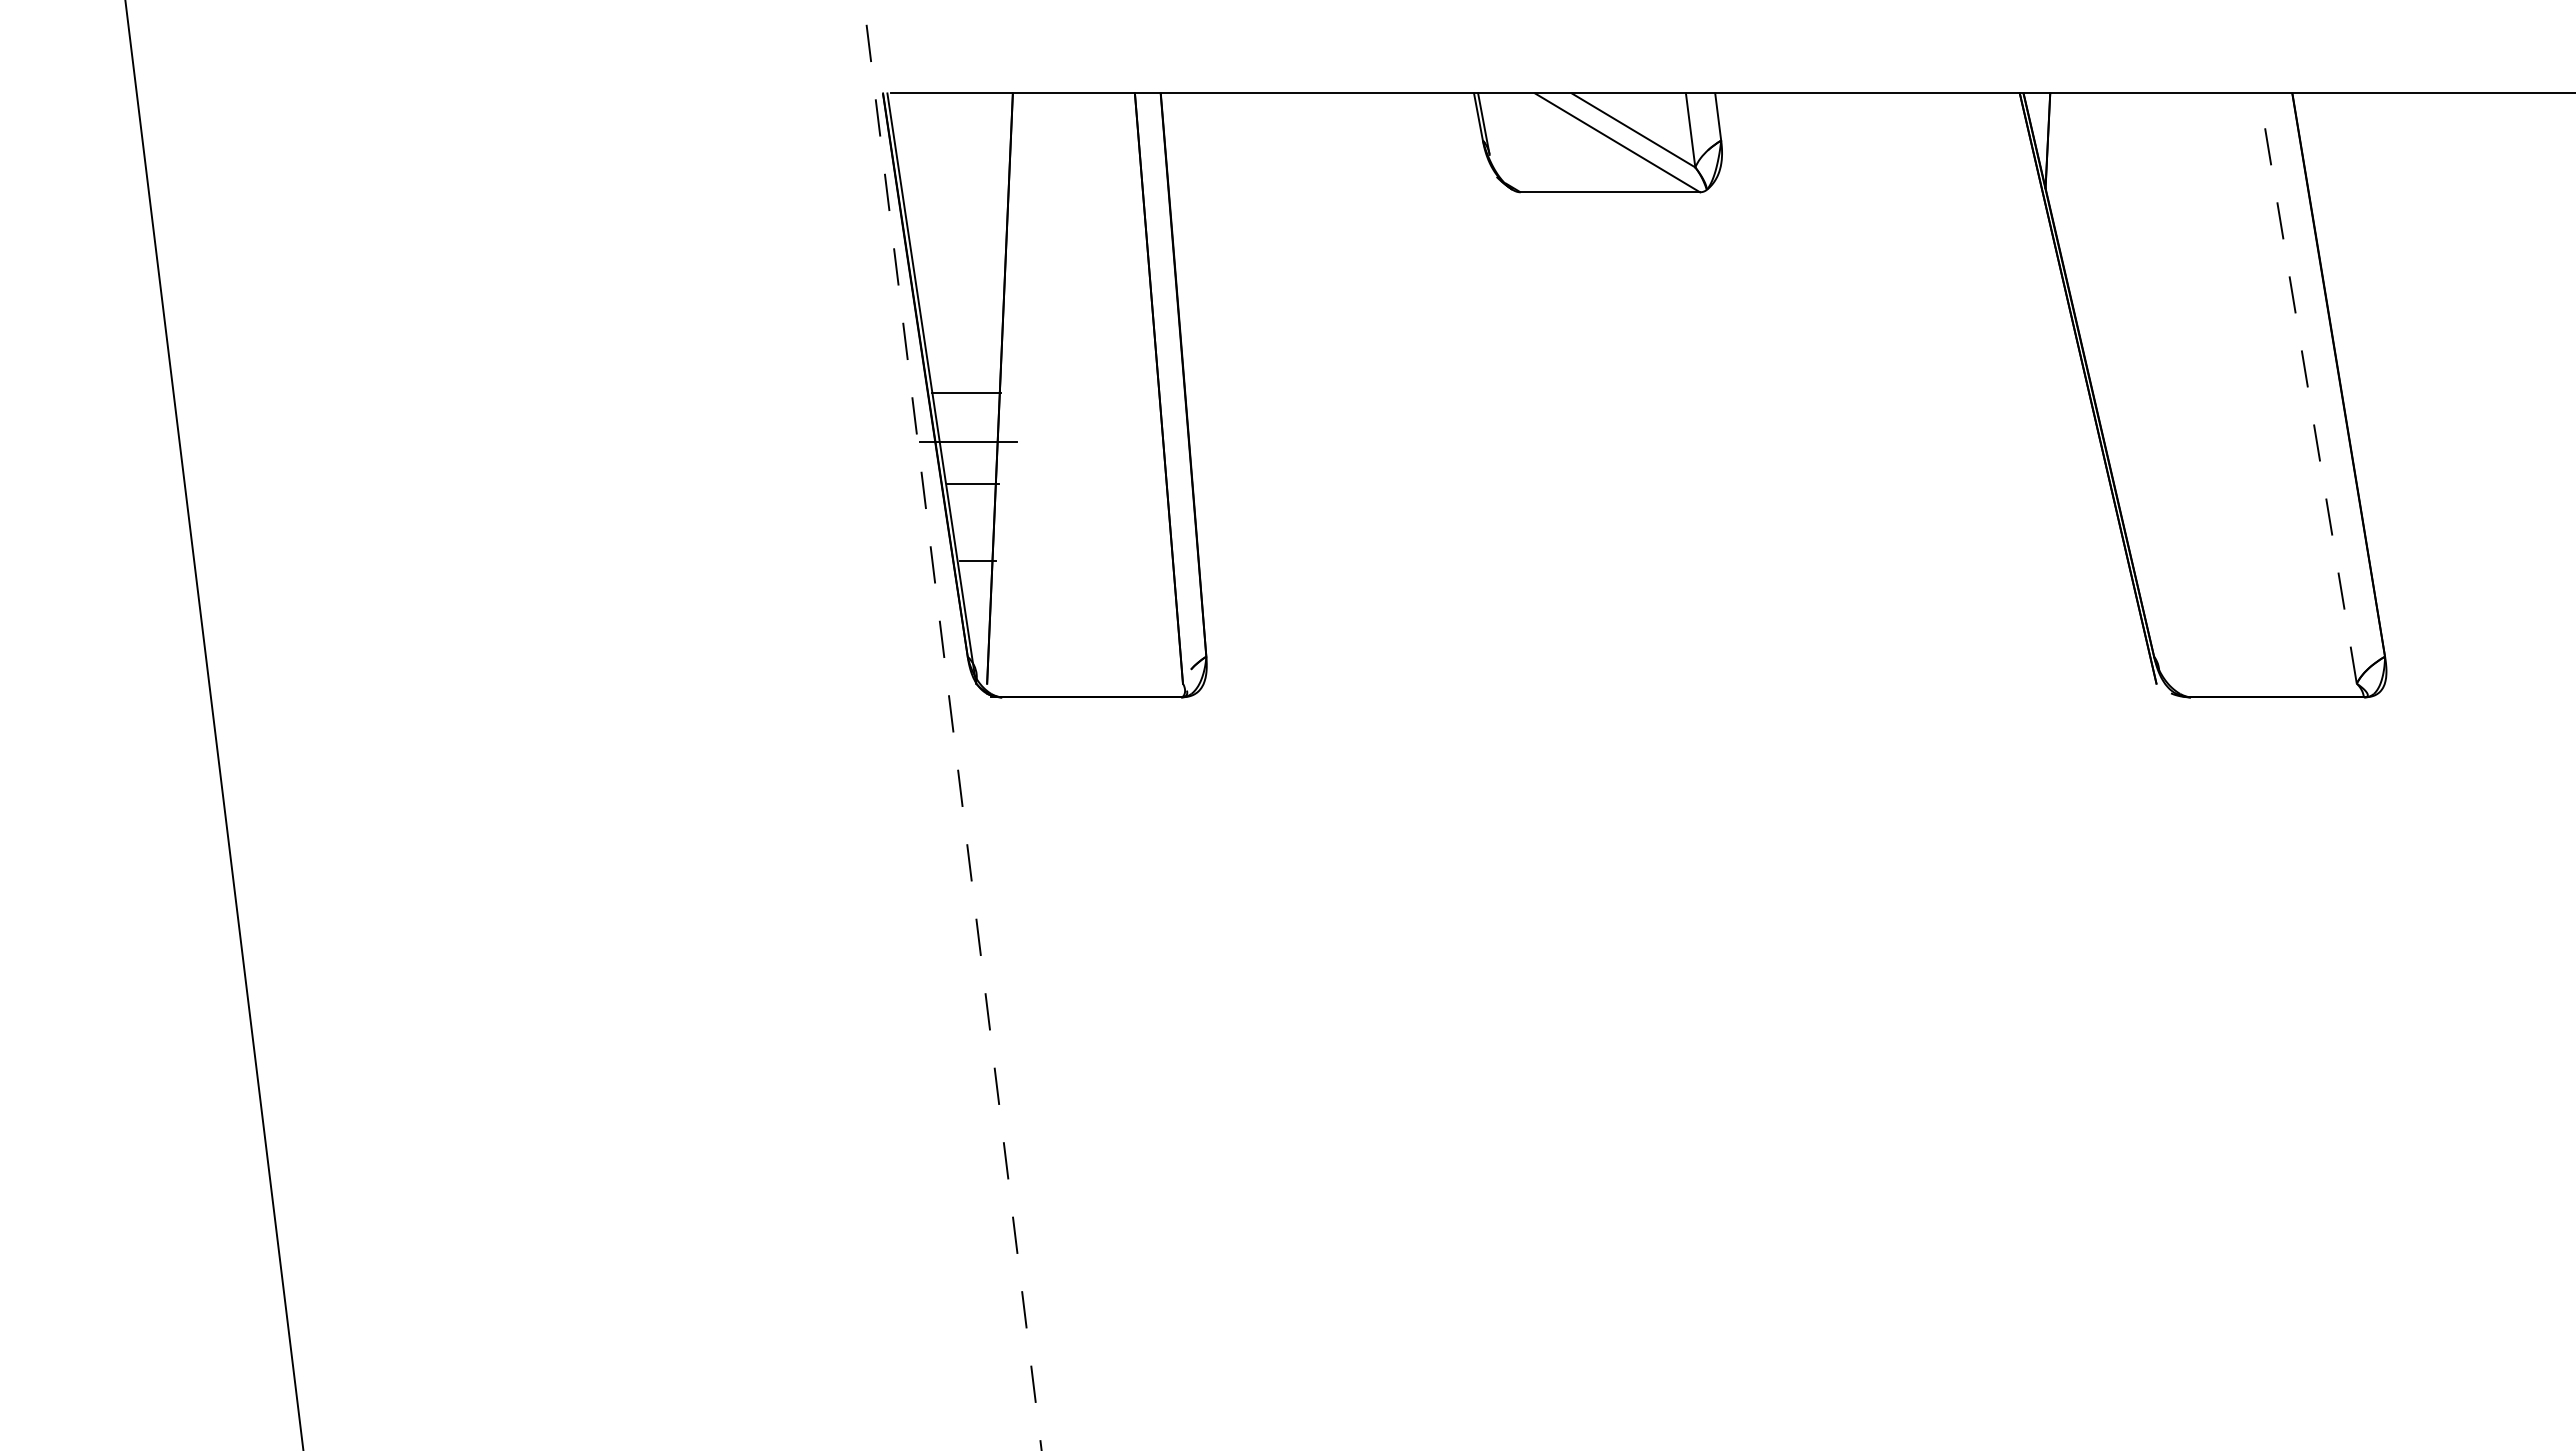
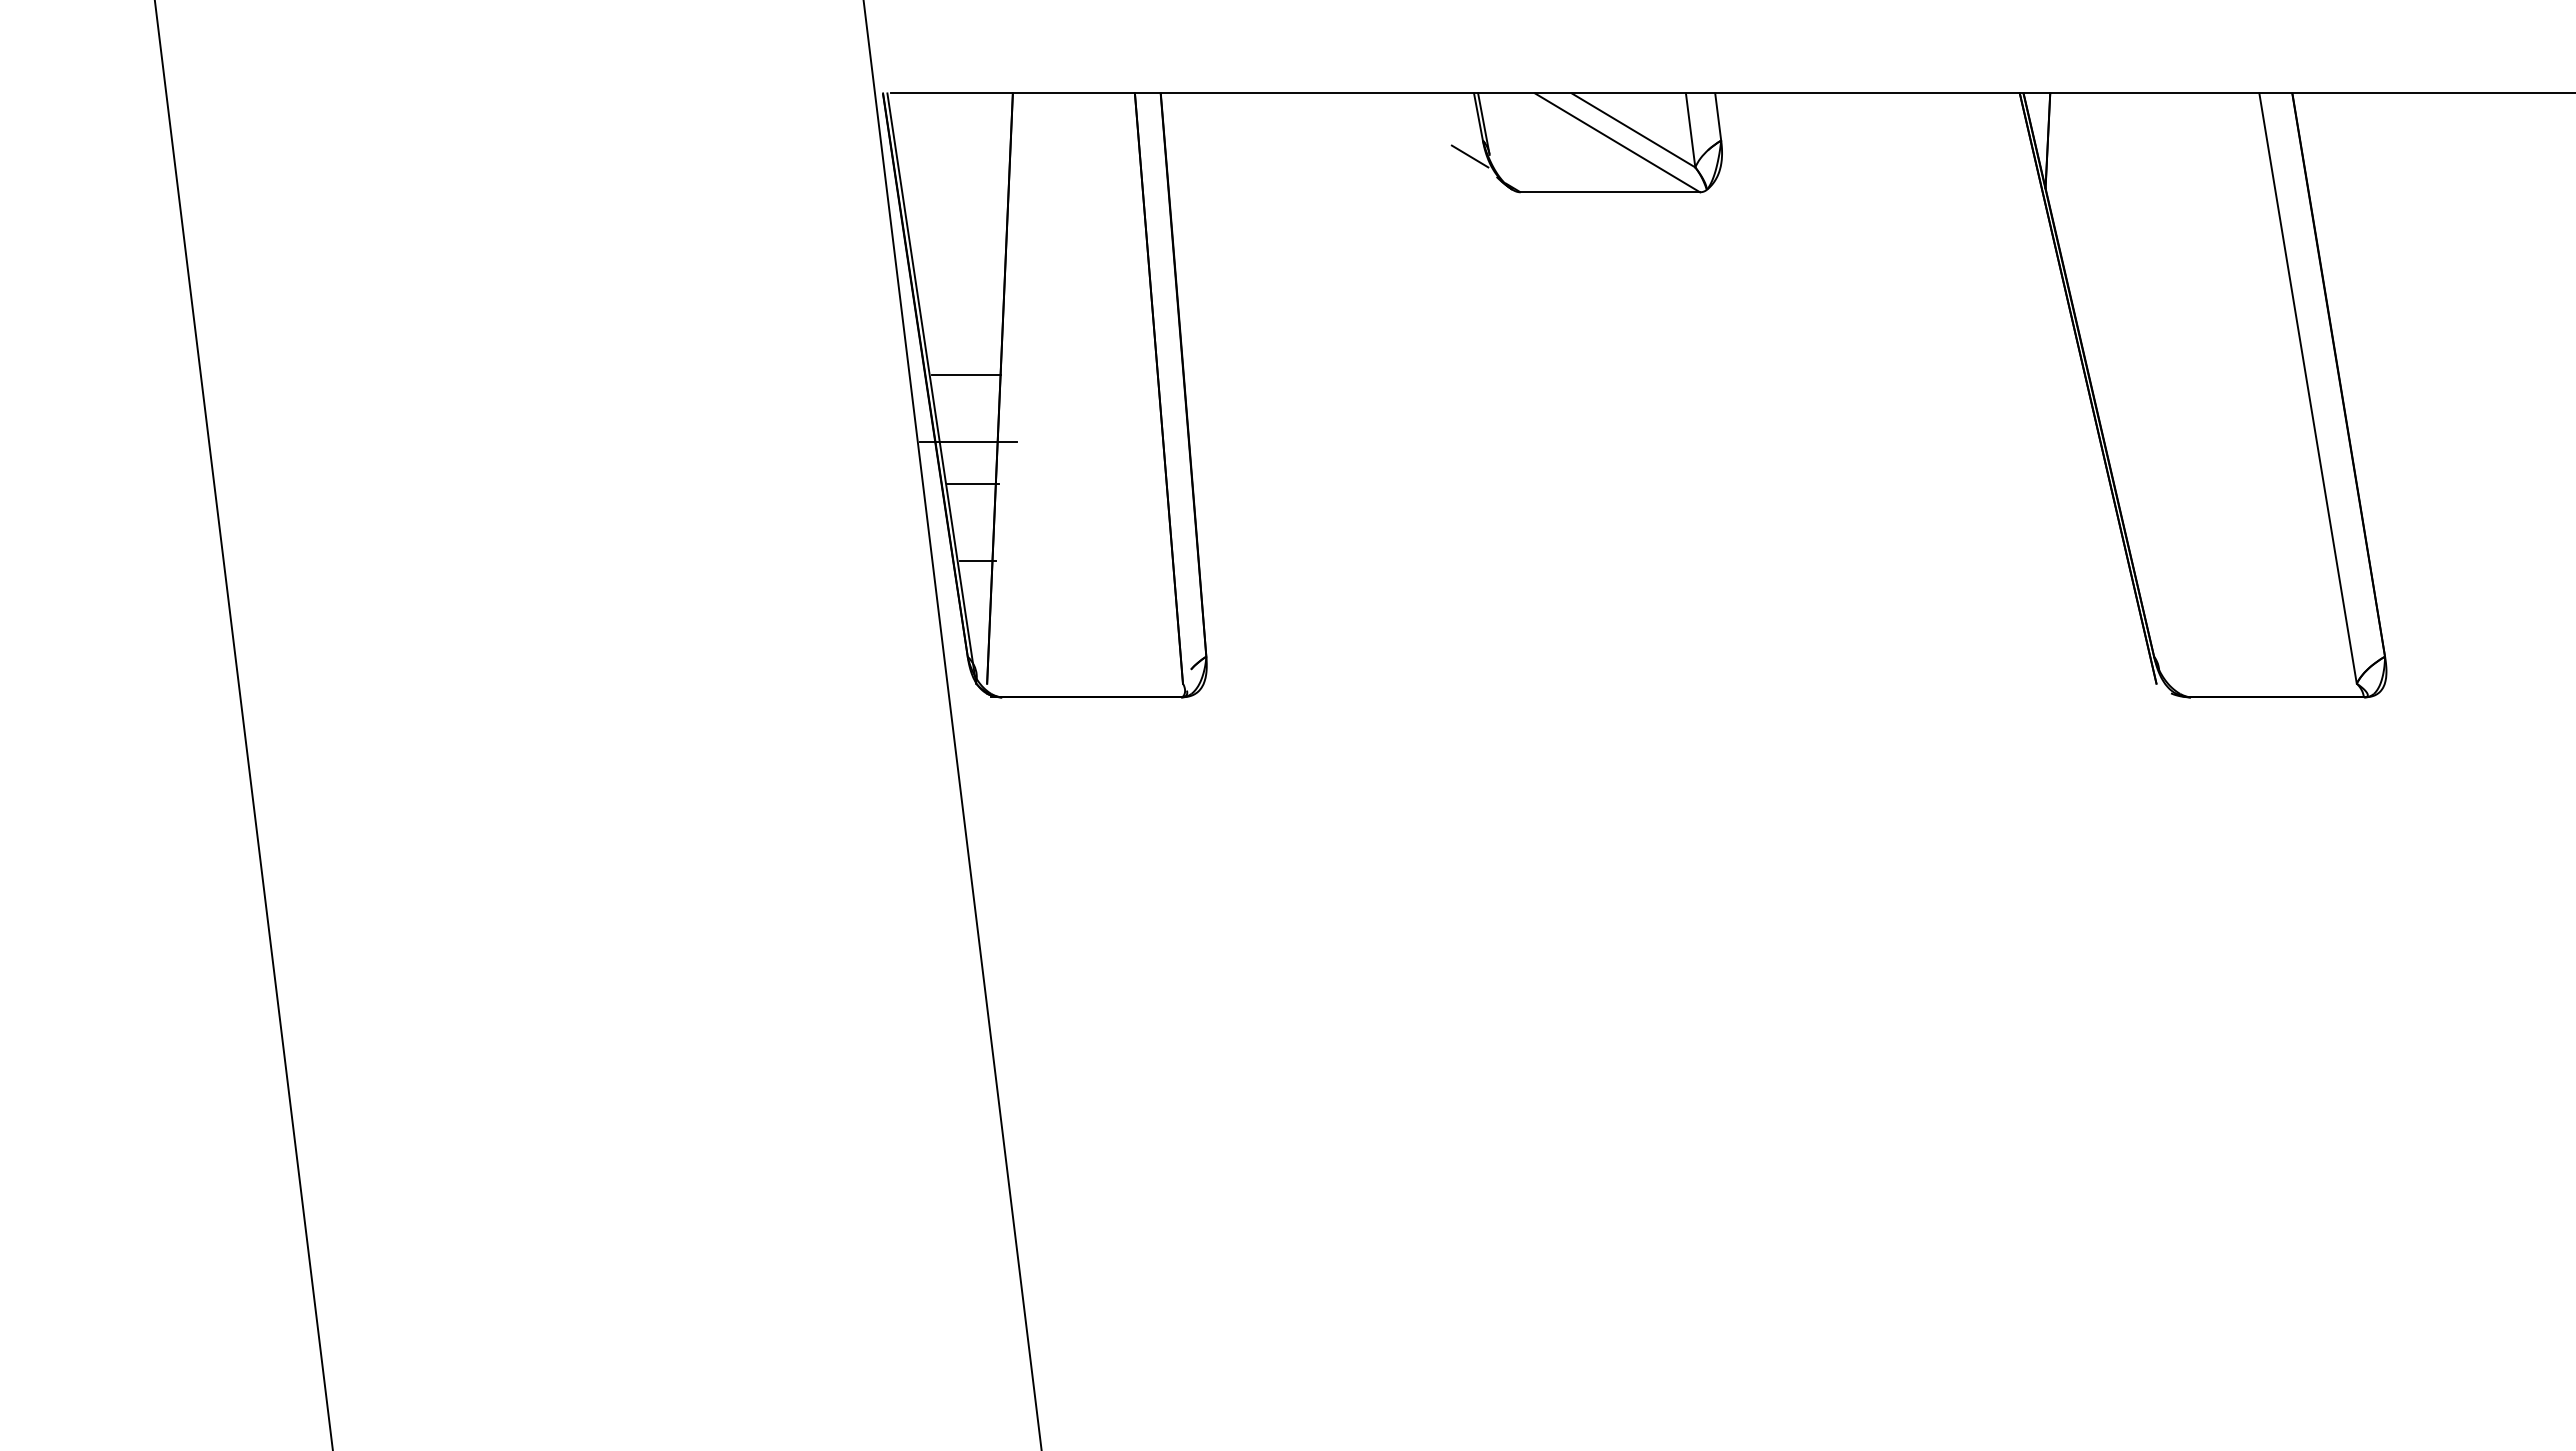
line at (1469, 156): none -> present
line at (2307, 388): dashed -> solid
line at (966, 393) position: (966, 393) -> (966, 375)
line at (214, 724) position: (214, 724) -> (243, 724)
line at (952, 726): dashed -> solid
